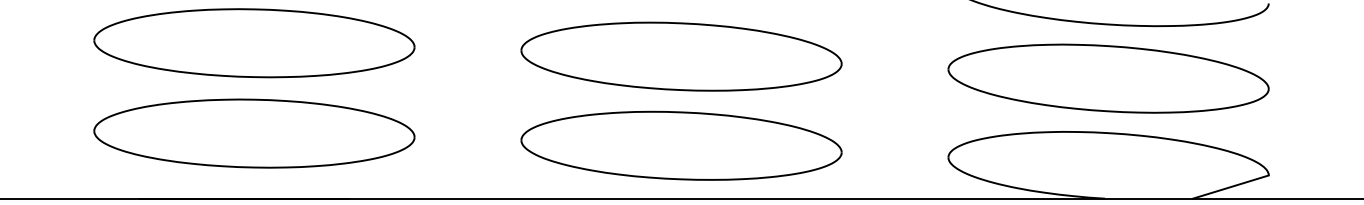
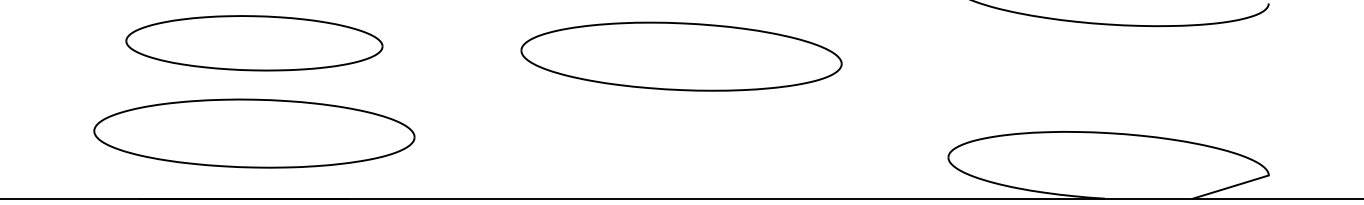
part at (254, 43) size: 323x71 px -> 259x57 px
part at (1108, 78): present -> none
part at (681, 145): present -> none
